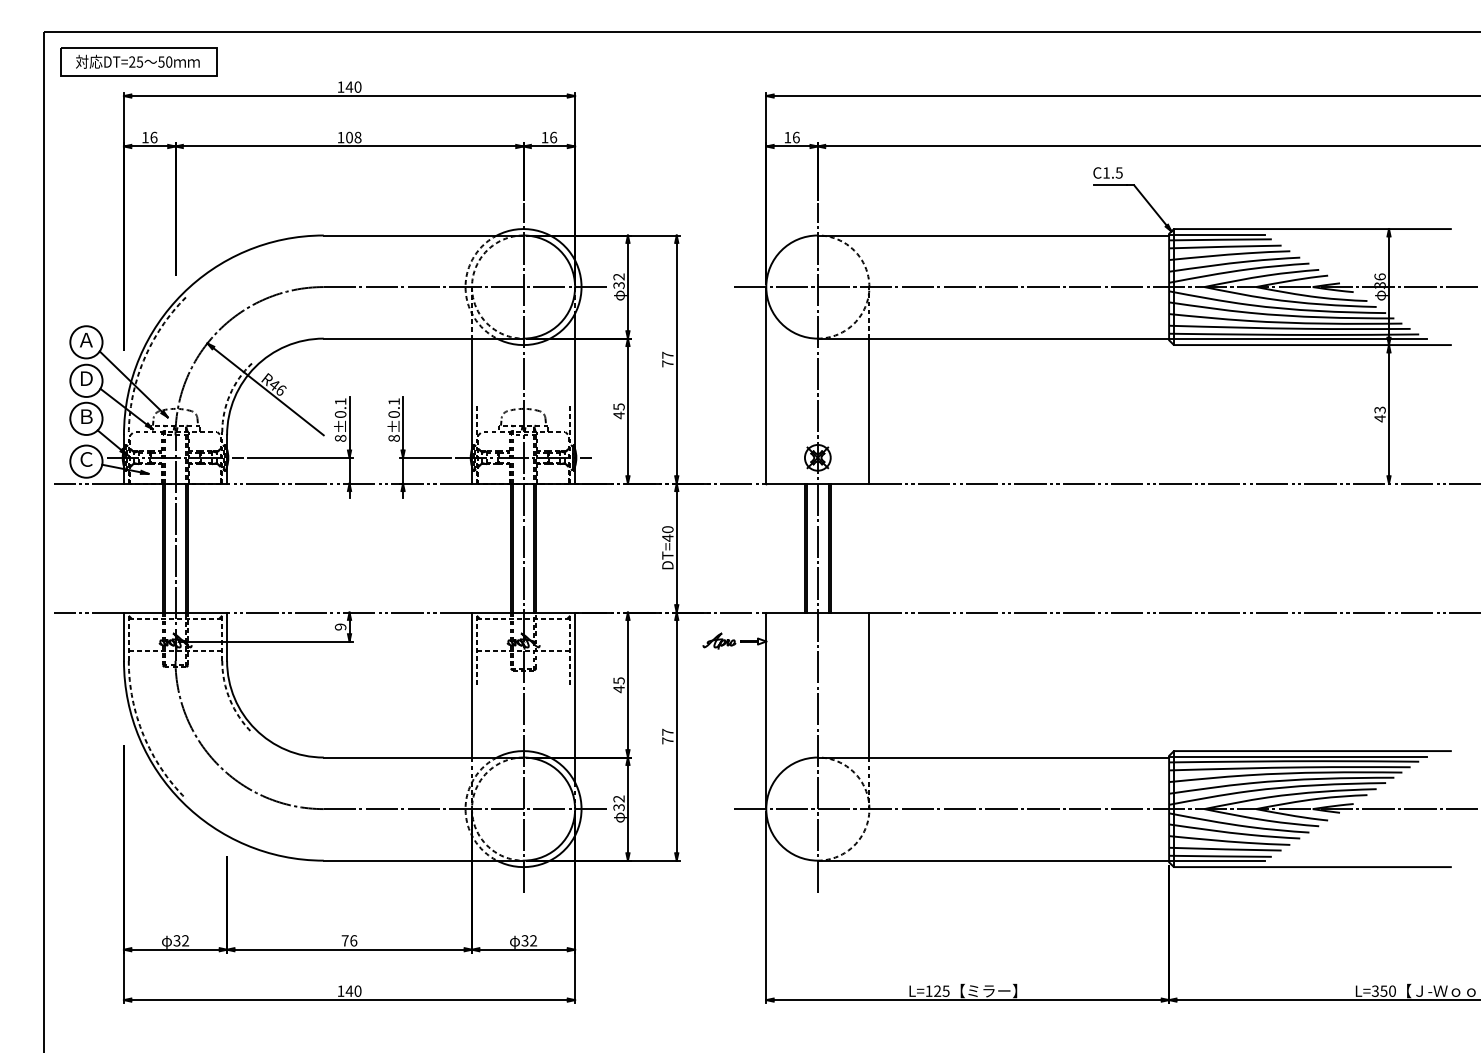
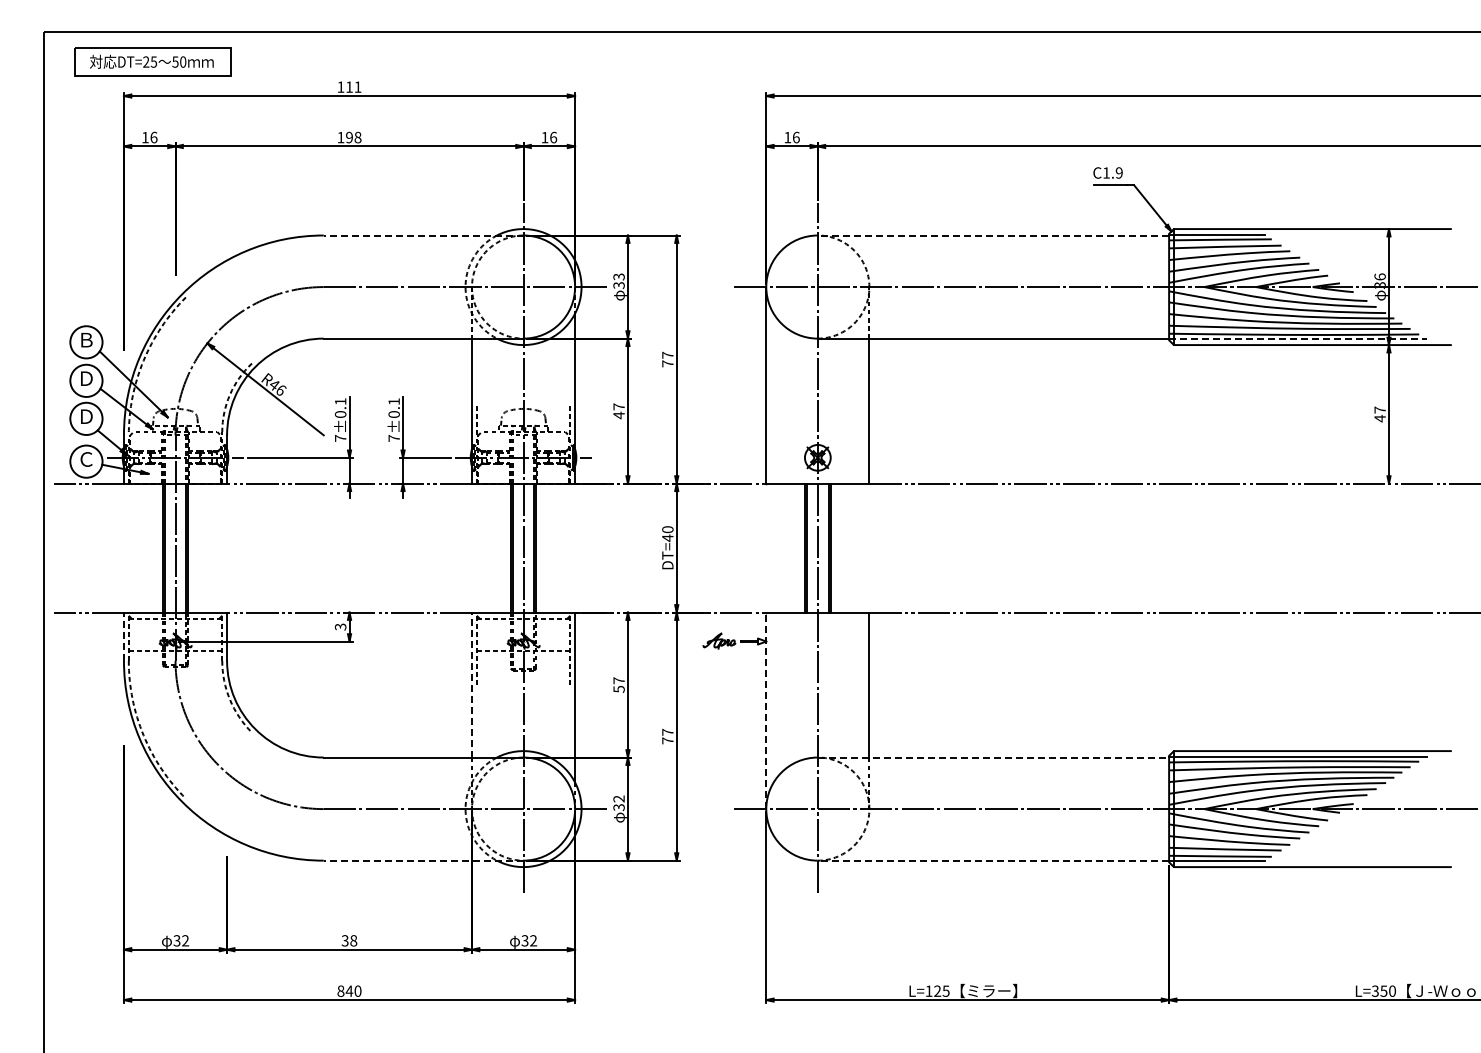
part at (138, 61) position: (138, 61) -> (152, 61)
text at (353, 86): 140 -> 111
text at (349, 137): 108 -> 198
text at (1118, 172): C1.5 -> C1.9
line at (423, 235): solid -> dashed
line at (993, 235): solid -> dashed
text at (619, 276): 32 -> 33
text at (85, 339): Ａ -> Ｂ
line at (1297, 339): solid -> dashed
text at (618, 406): 45 -> 47
text at (1379, 409): 43 -> 47
text at (86, 416): Ｂ -> Ｄ
text at (340, 438): 8±0.1 -> 7±0.1
text at (393, 438): 8±0.1 -> 7±0.1
text at (340, 626): 9 -> 3
line at (123, 636): solid -> dashed
line at (472, 685): solid -> dashed
text at (618, 685): 45 -> 57
line at (766, 710): solid -> dashed
line at (993, 757): solid -> dashed
line at (423, 860): solid -> dashed
line at (993, 860): solid -> dashed
text at (349, 940): 76 -> 38
text at (340, 990): 140 -> 840
